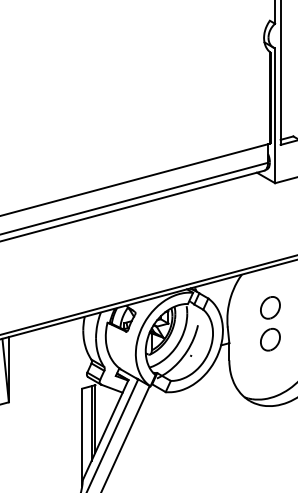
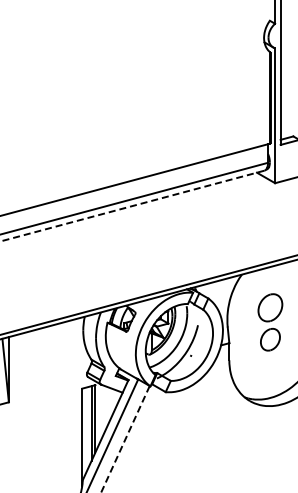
line at (132, 206): solid -> dashed
part at (270, 307) size: 21x24 px -> 27x30 px
line at (125, 439): solid -> dashed
